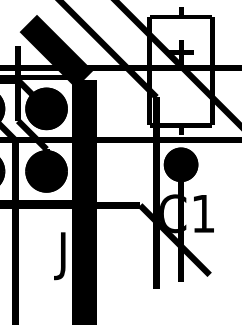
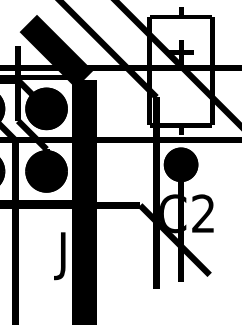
text at (202, 213): C1 -> C2
